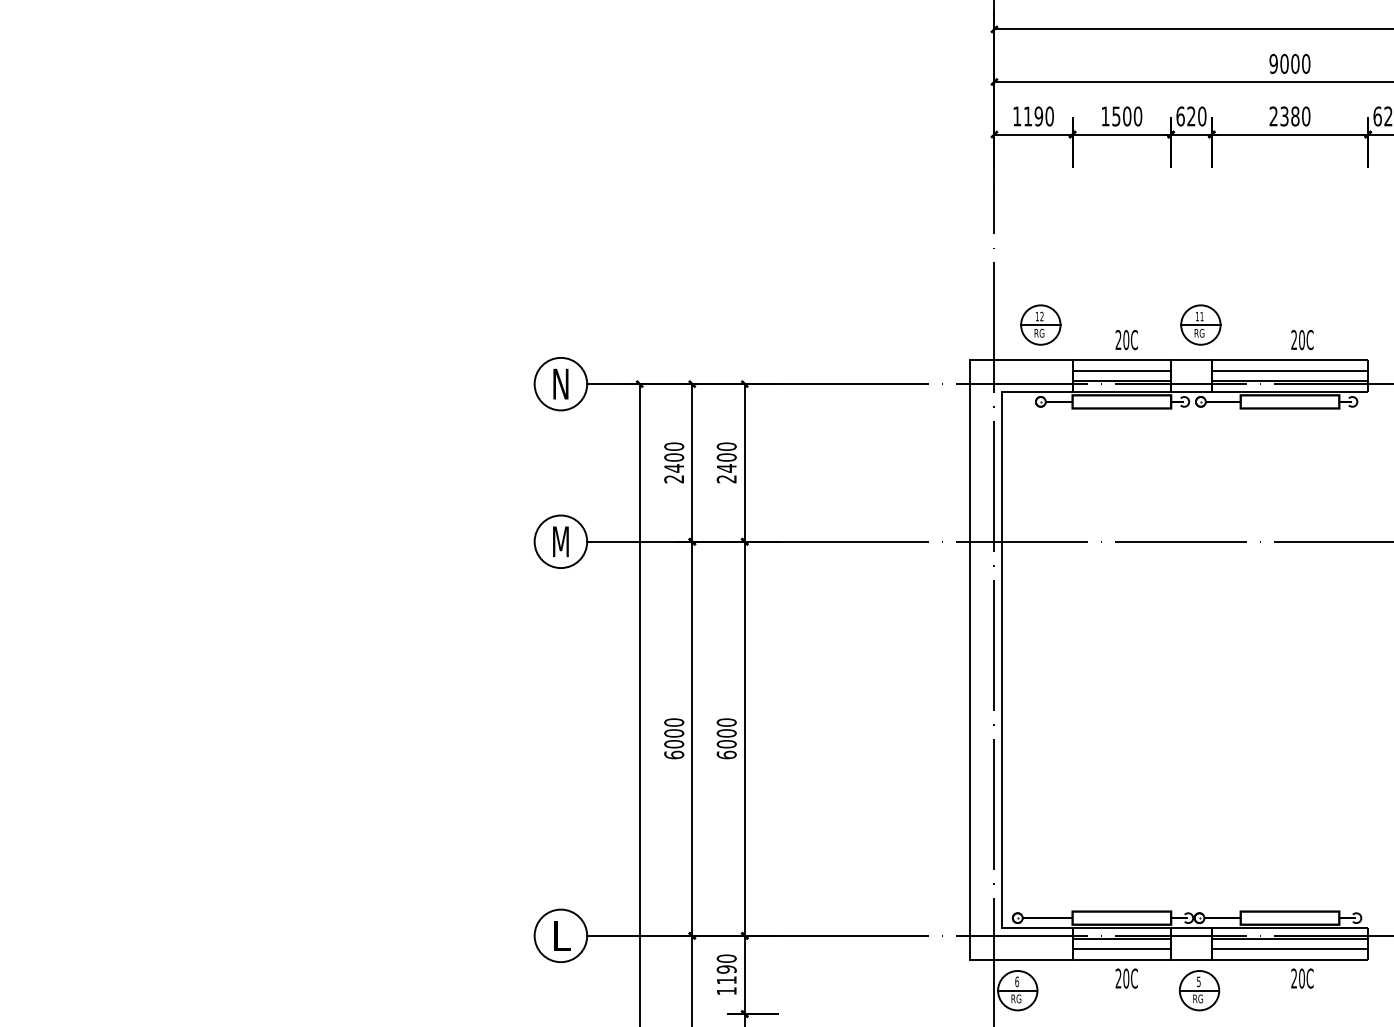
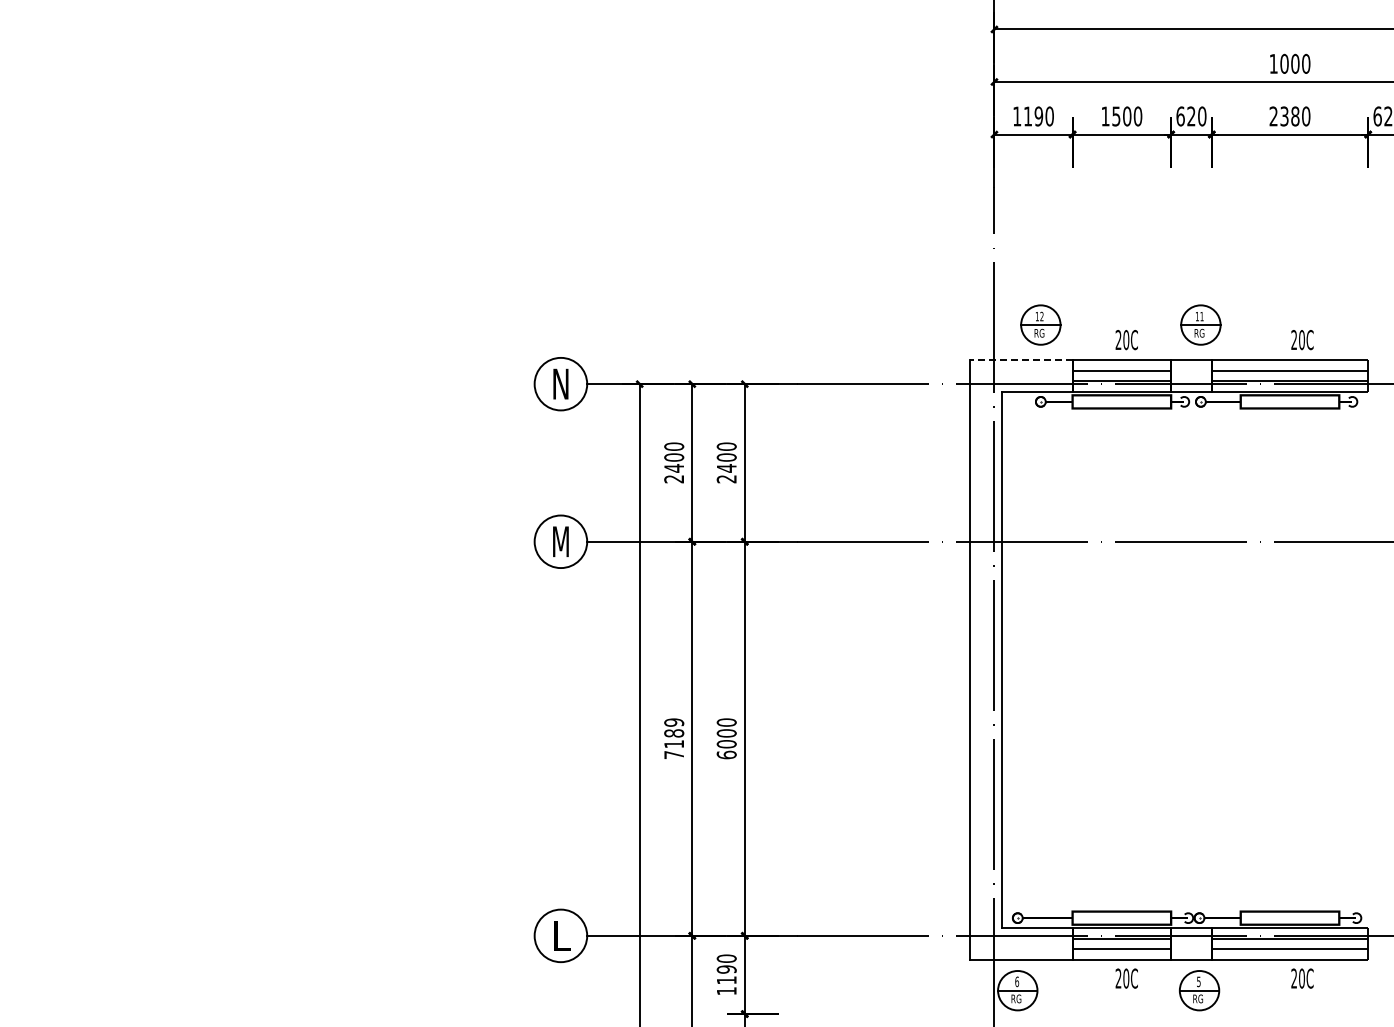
text at (1273, 63): 9000 -> 1000
line at (1020, 359): solid -> dashed
text at (674, 738): 6000 -> 7189
